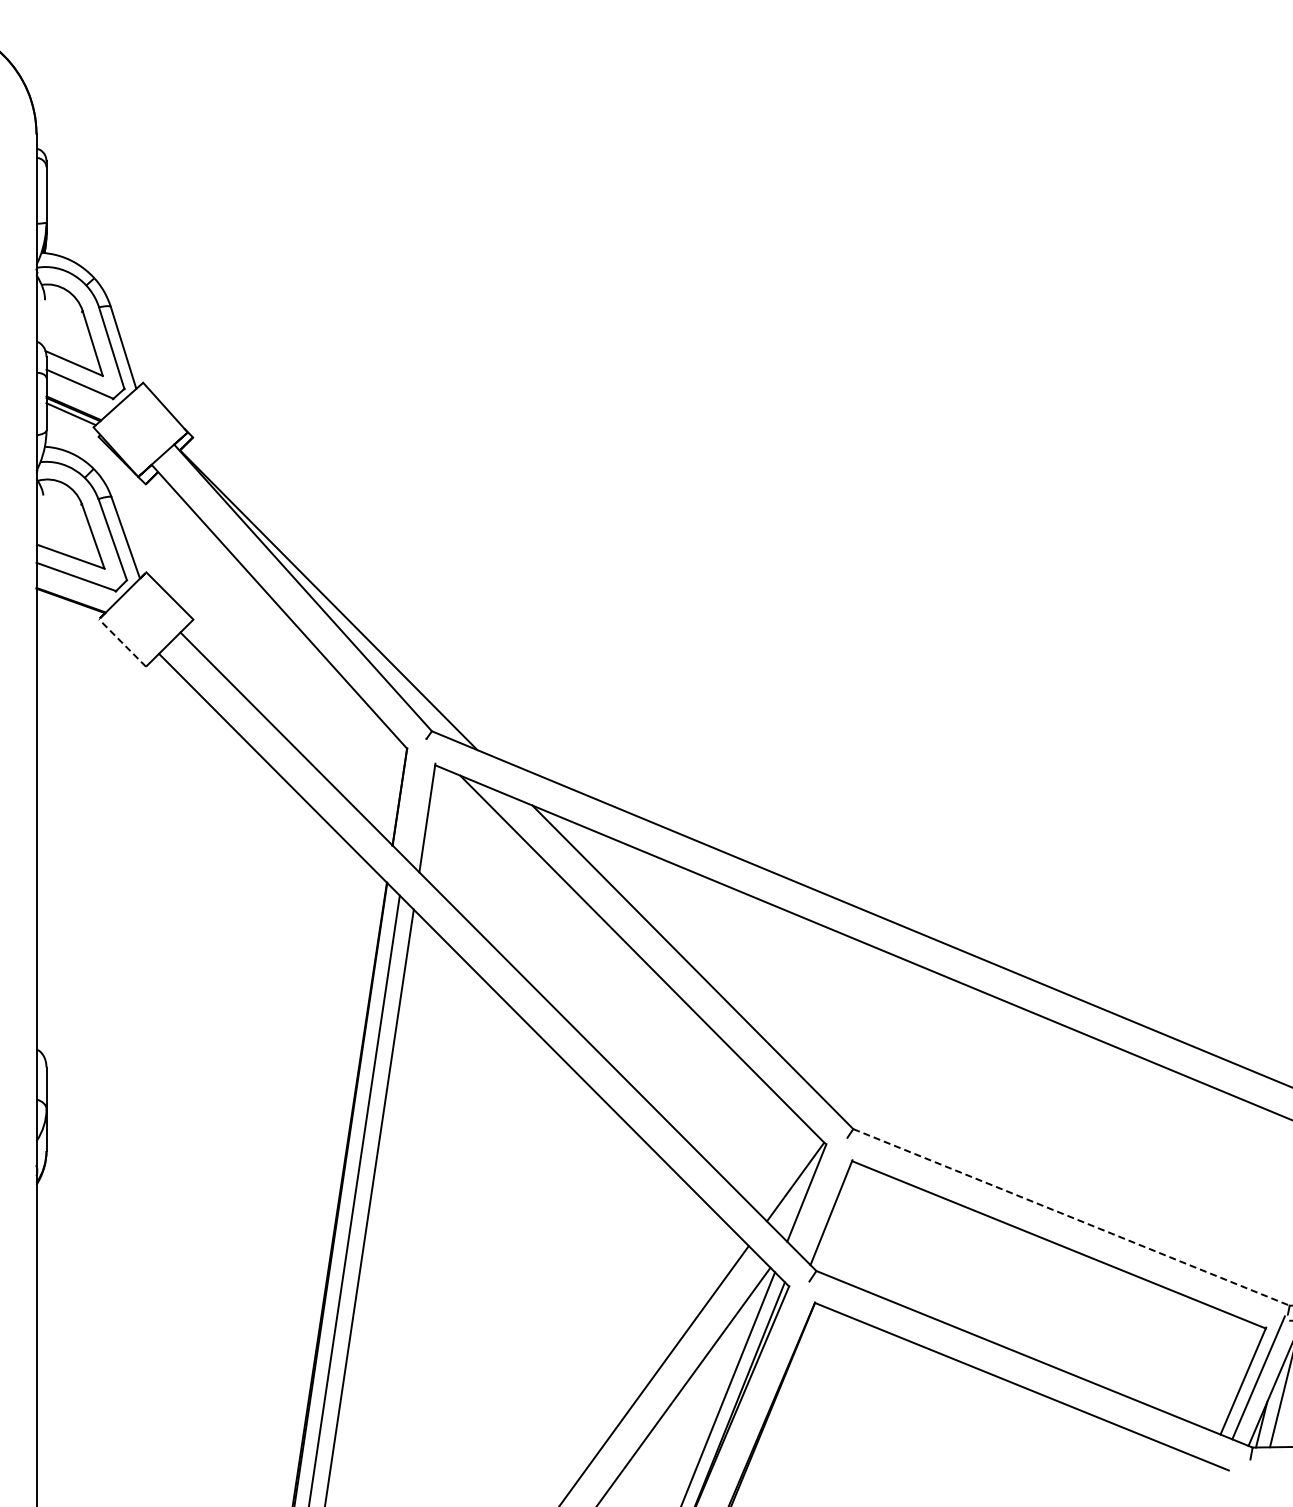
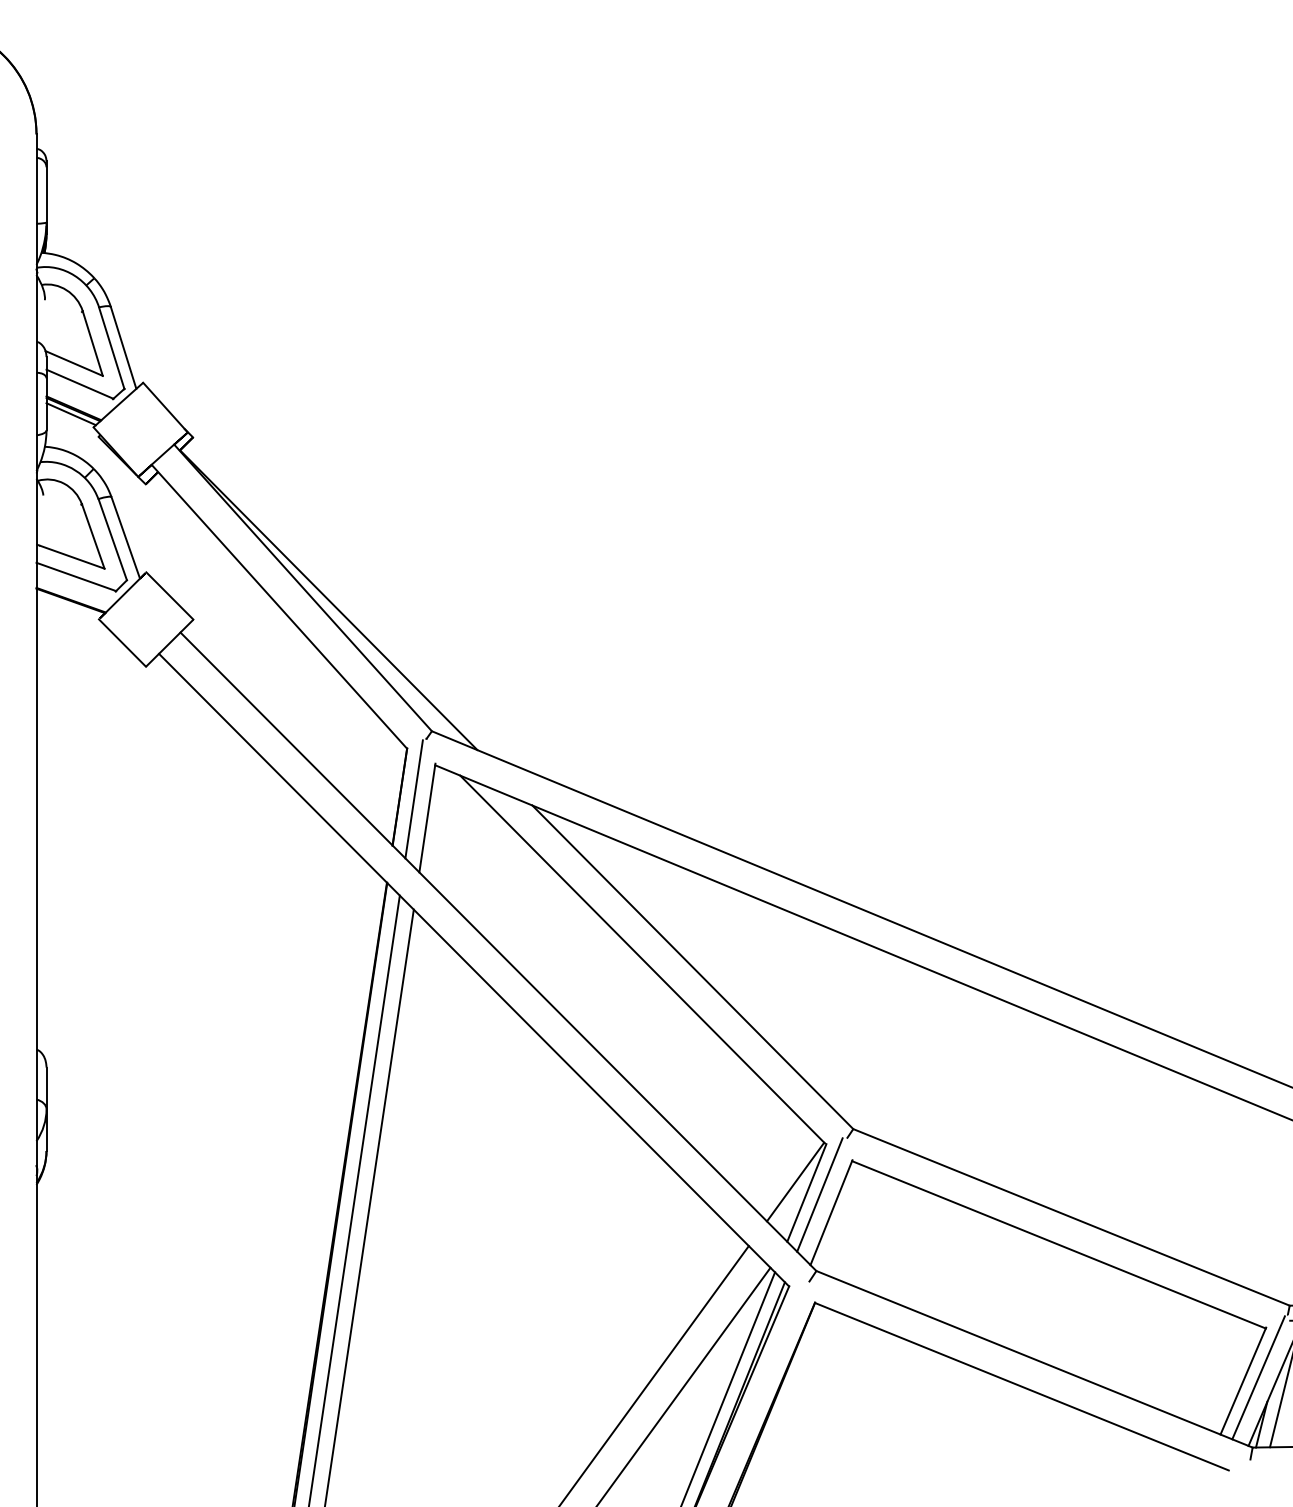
line at (122, 642): dashed -> solid
line at (413, 799): none -> present
line at (819, 1194): none -> present
line at (1071, 1217): dashed -> solid
